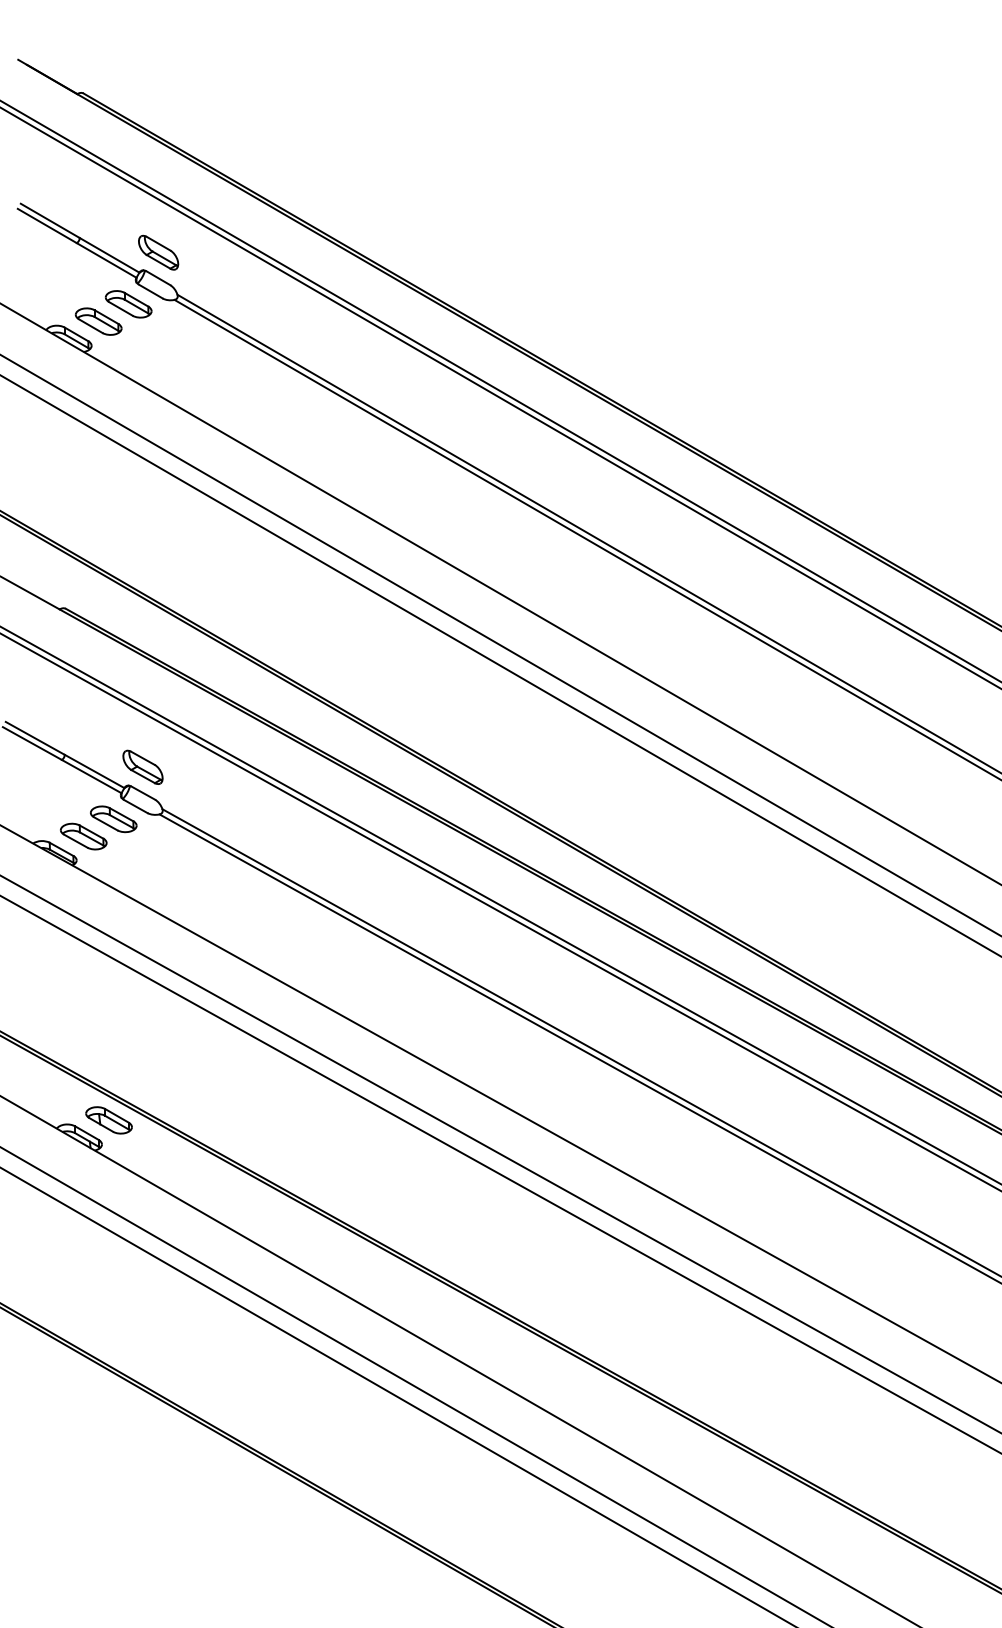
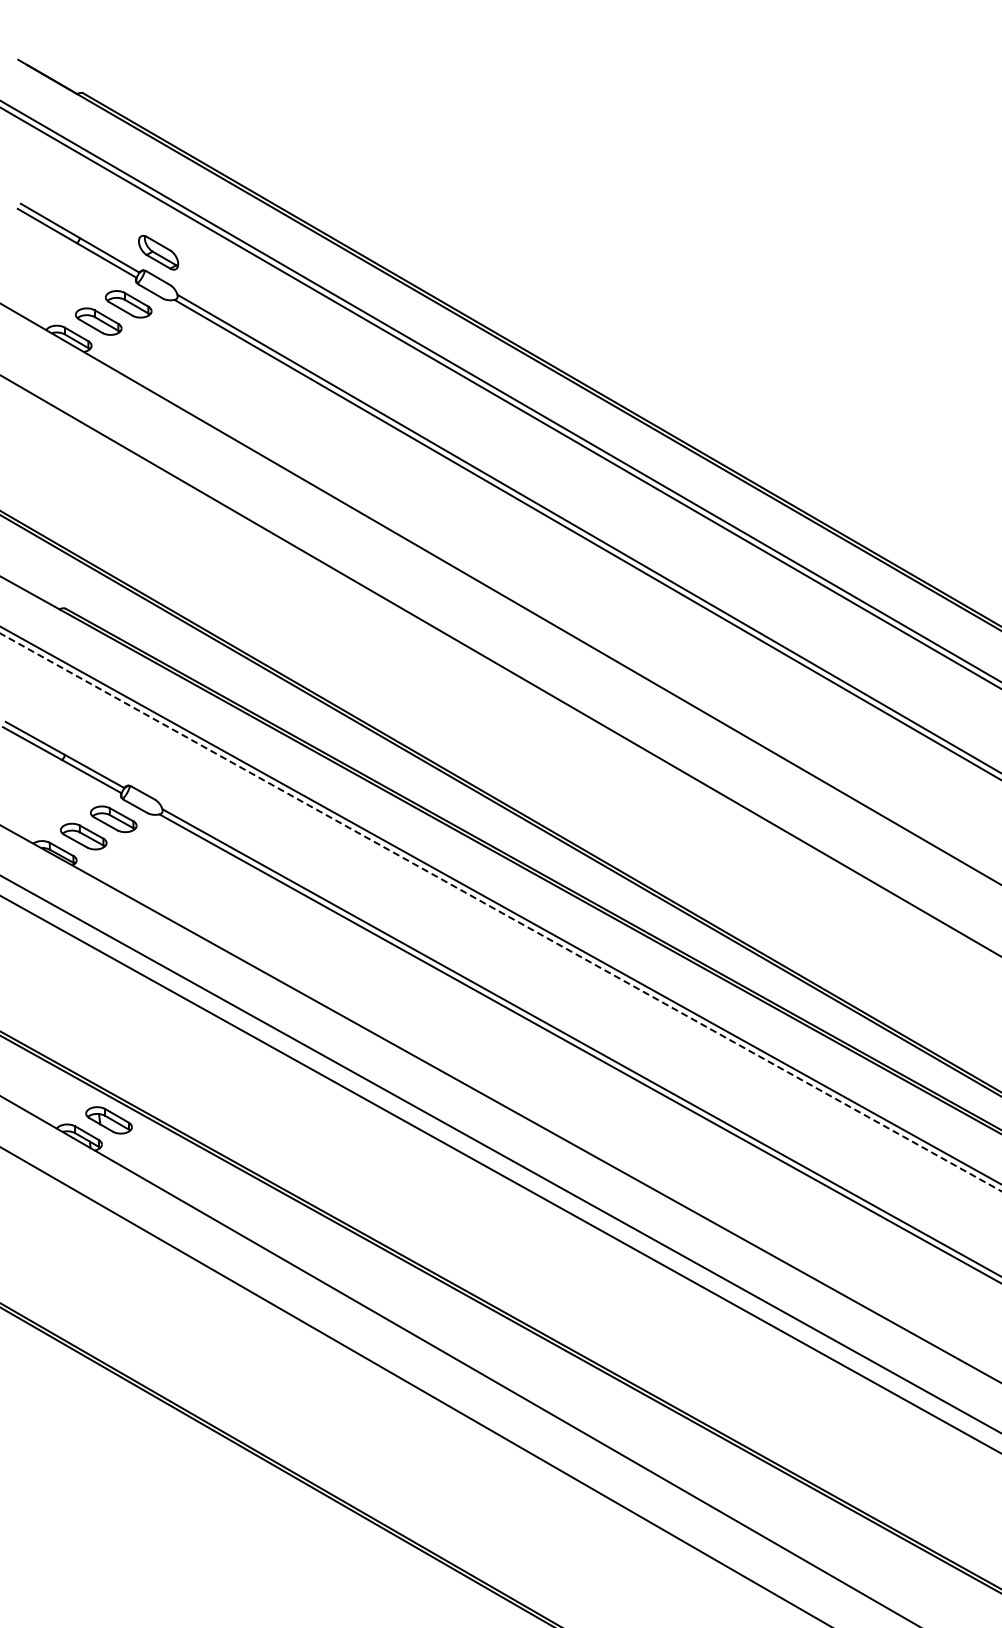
line at (500, 644): present -> none
part at (142, 766): present -> none
line at (501, 912): solid -> dashed
line at (397, 1396): present -> none
